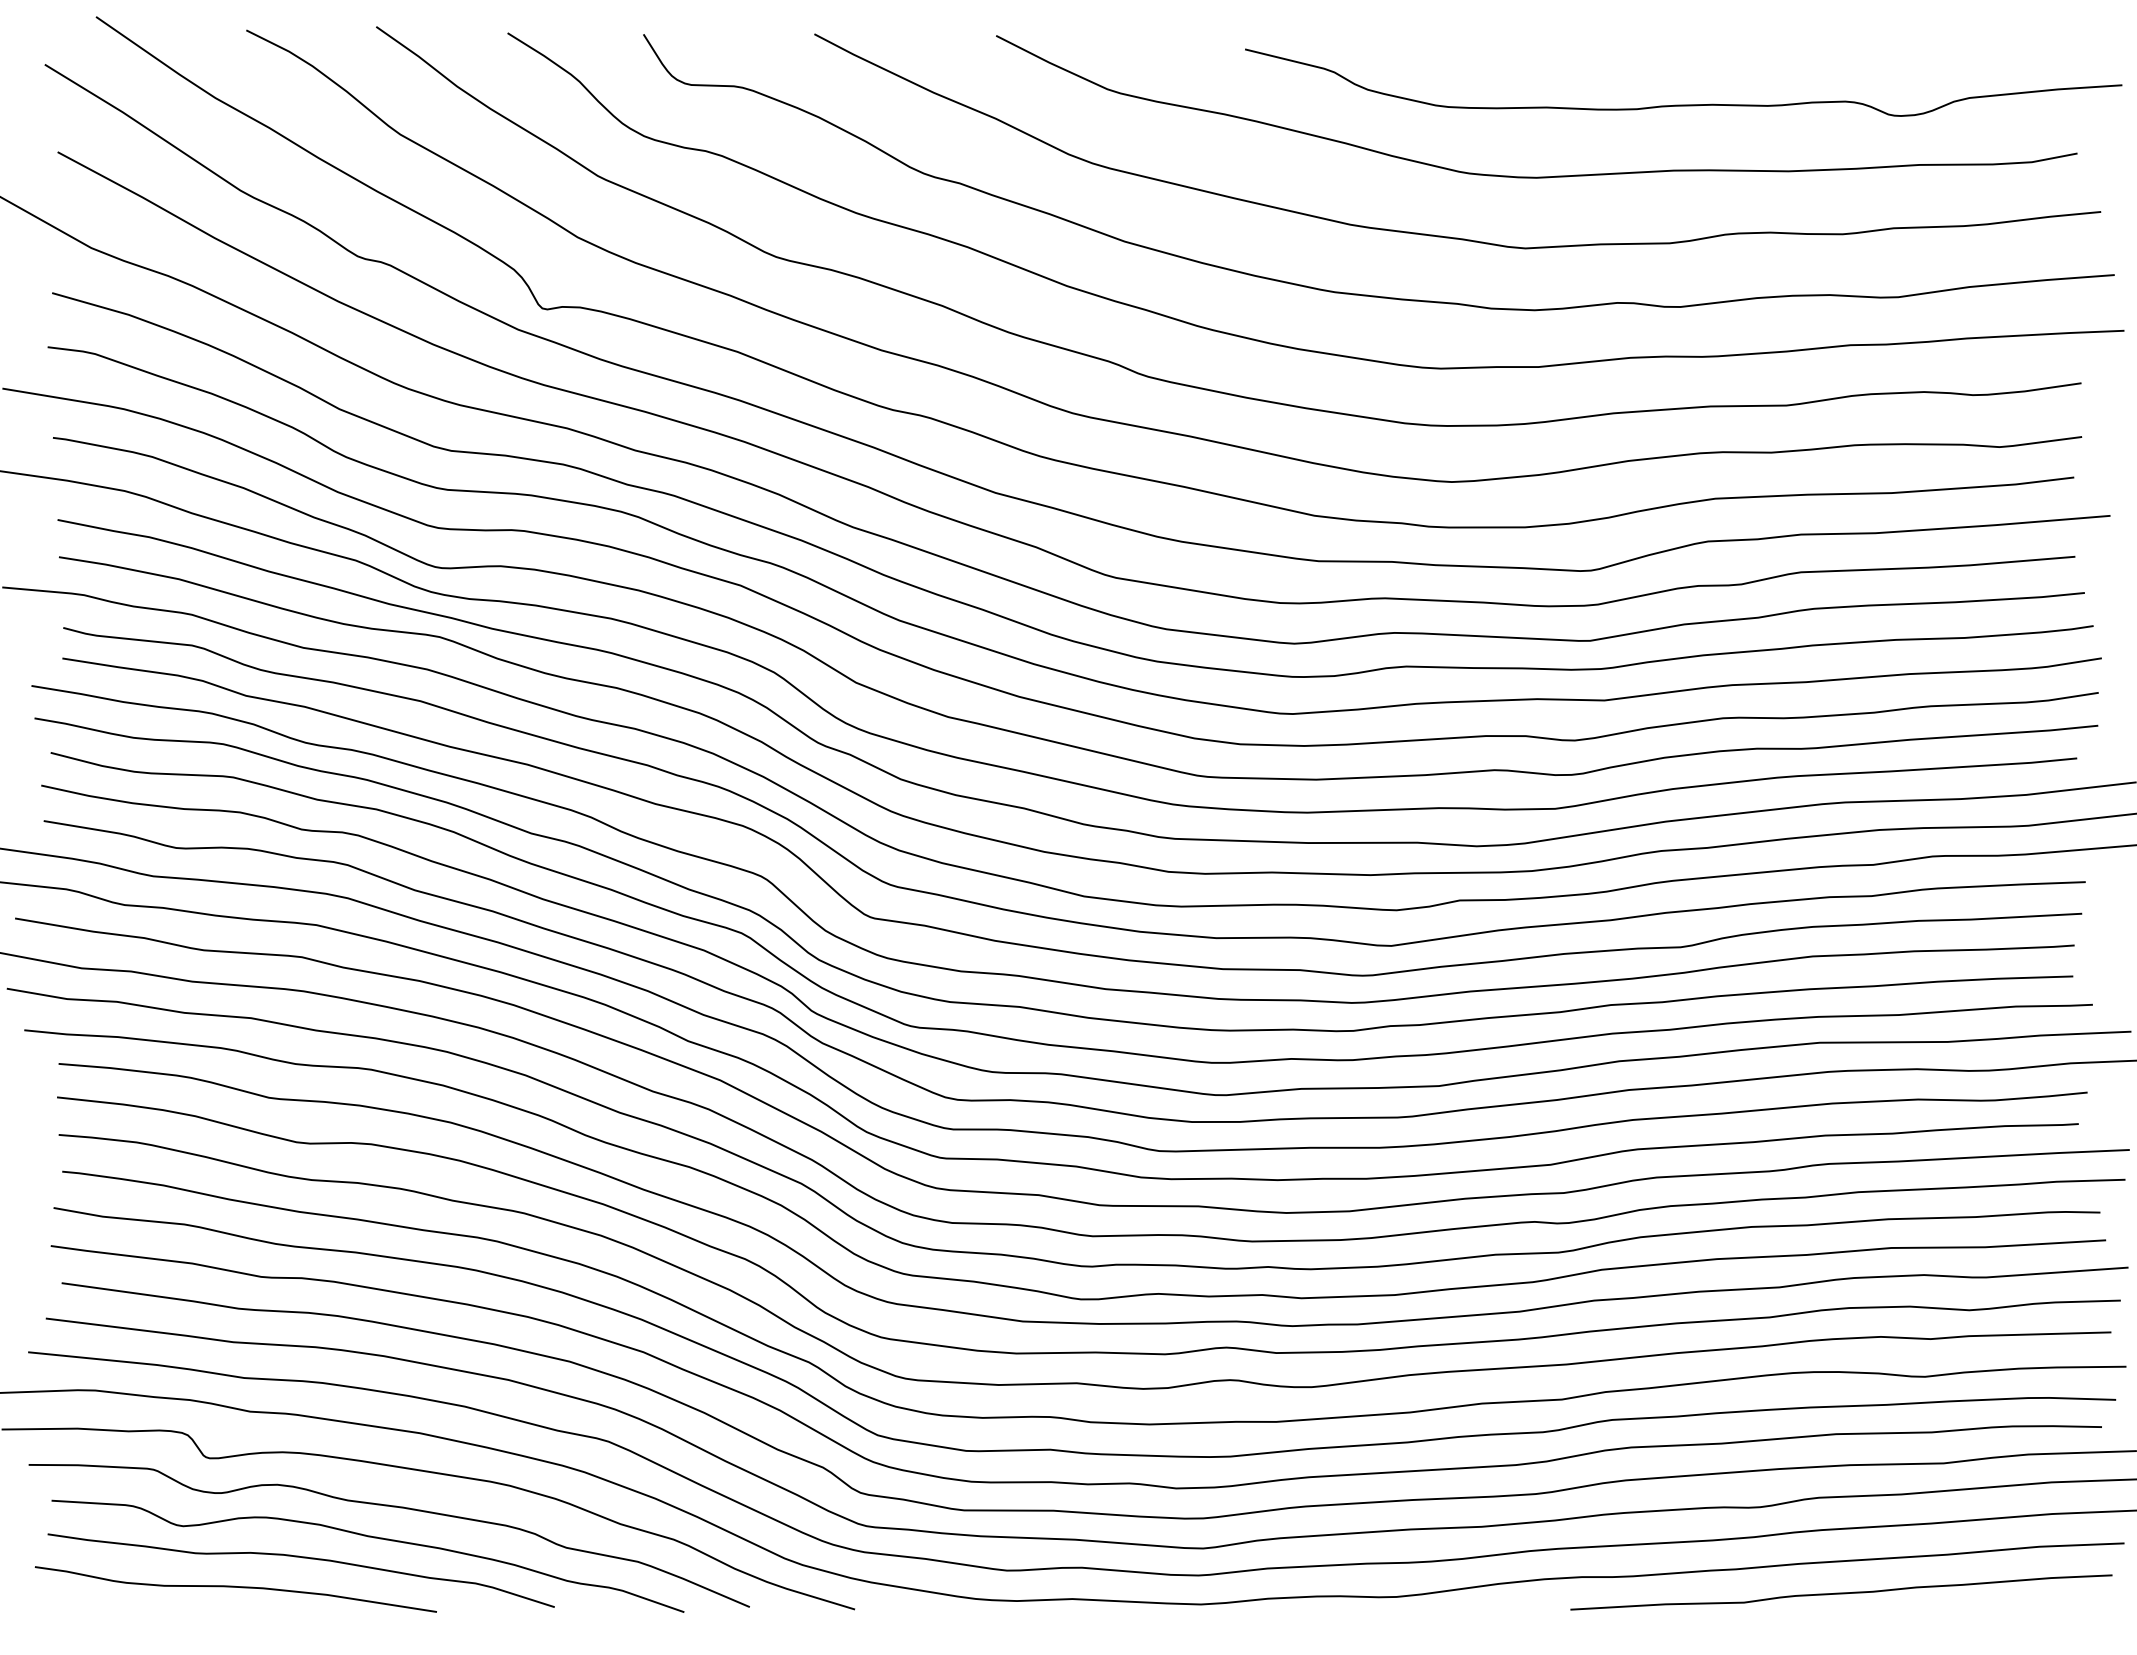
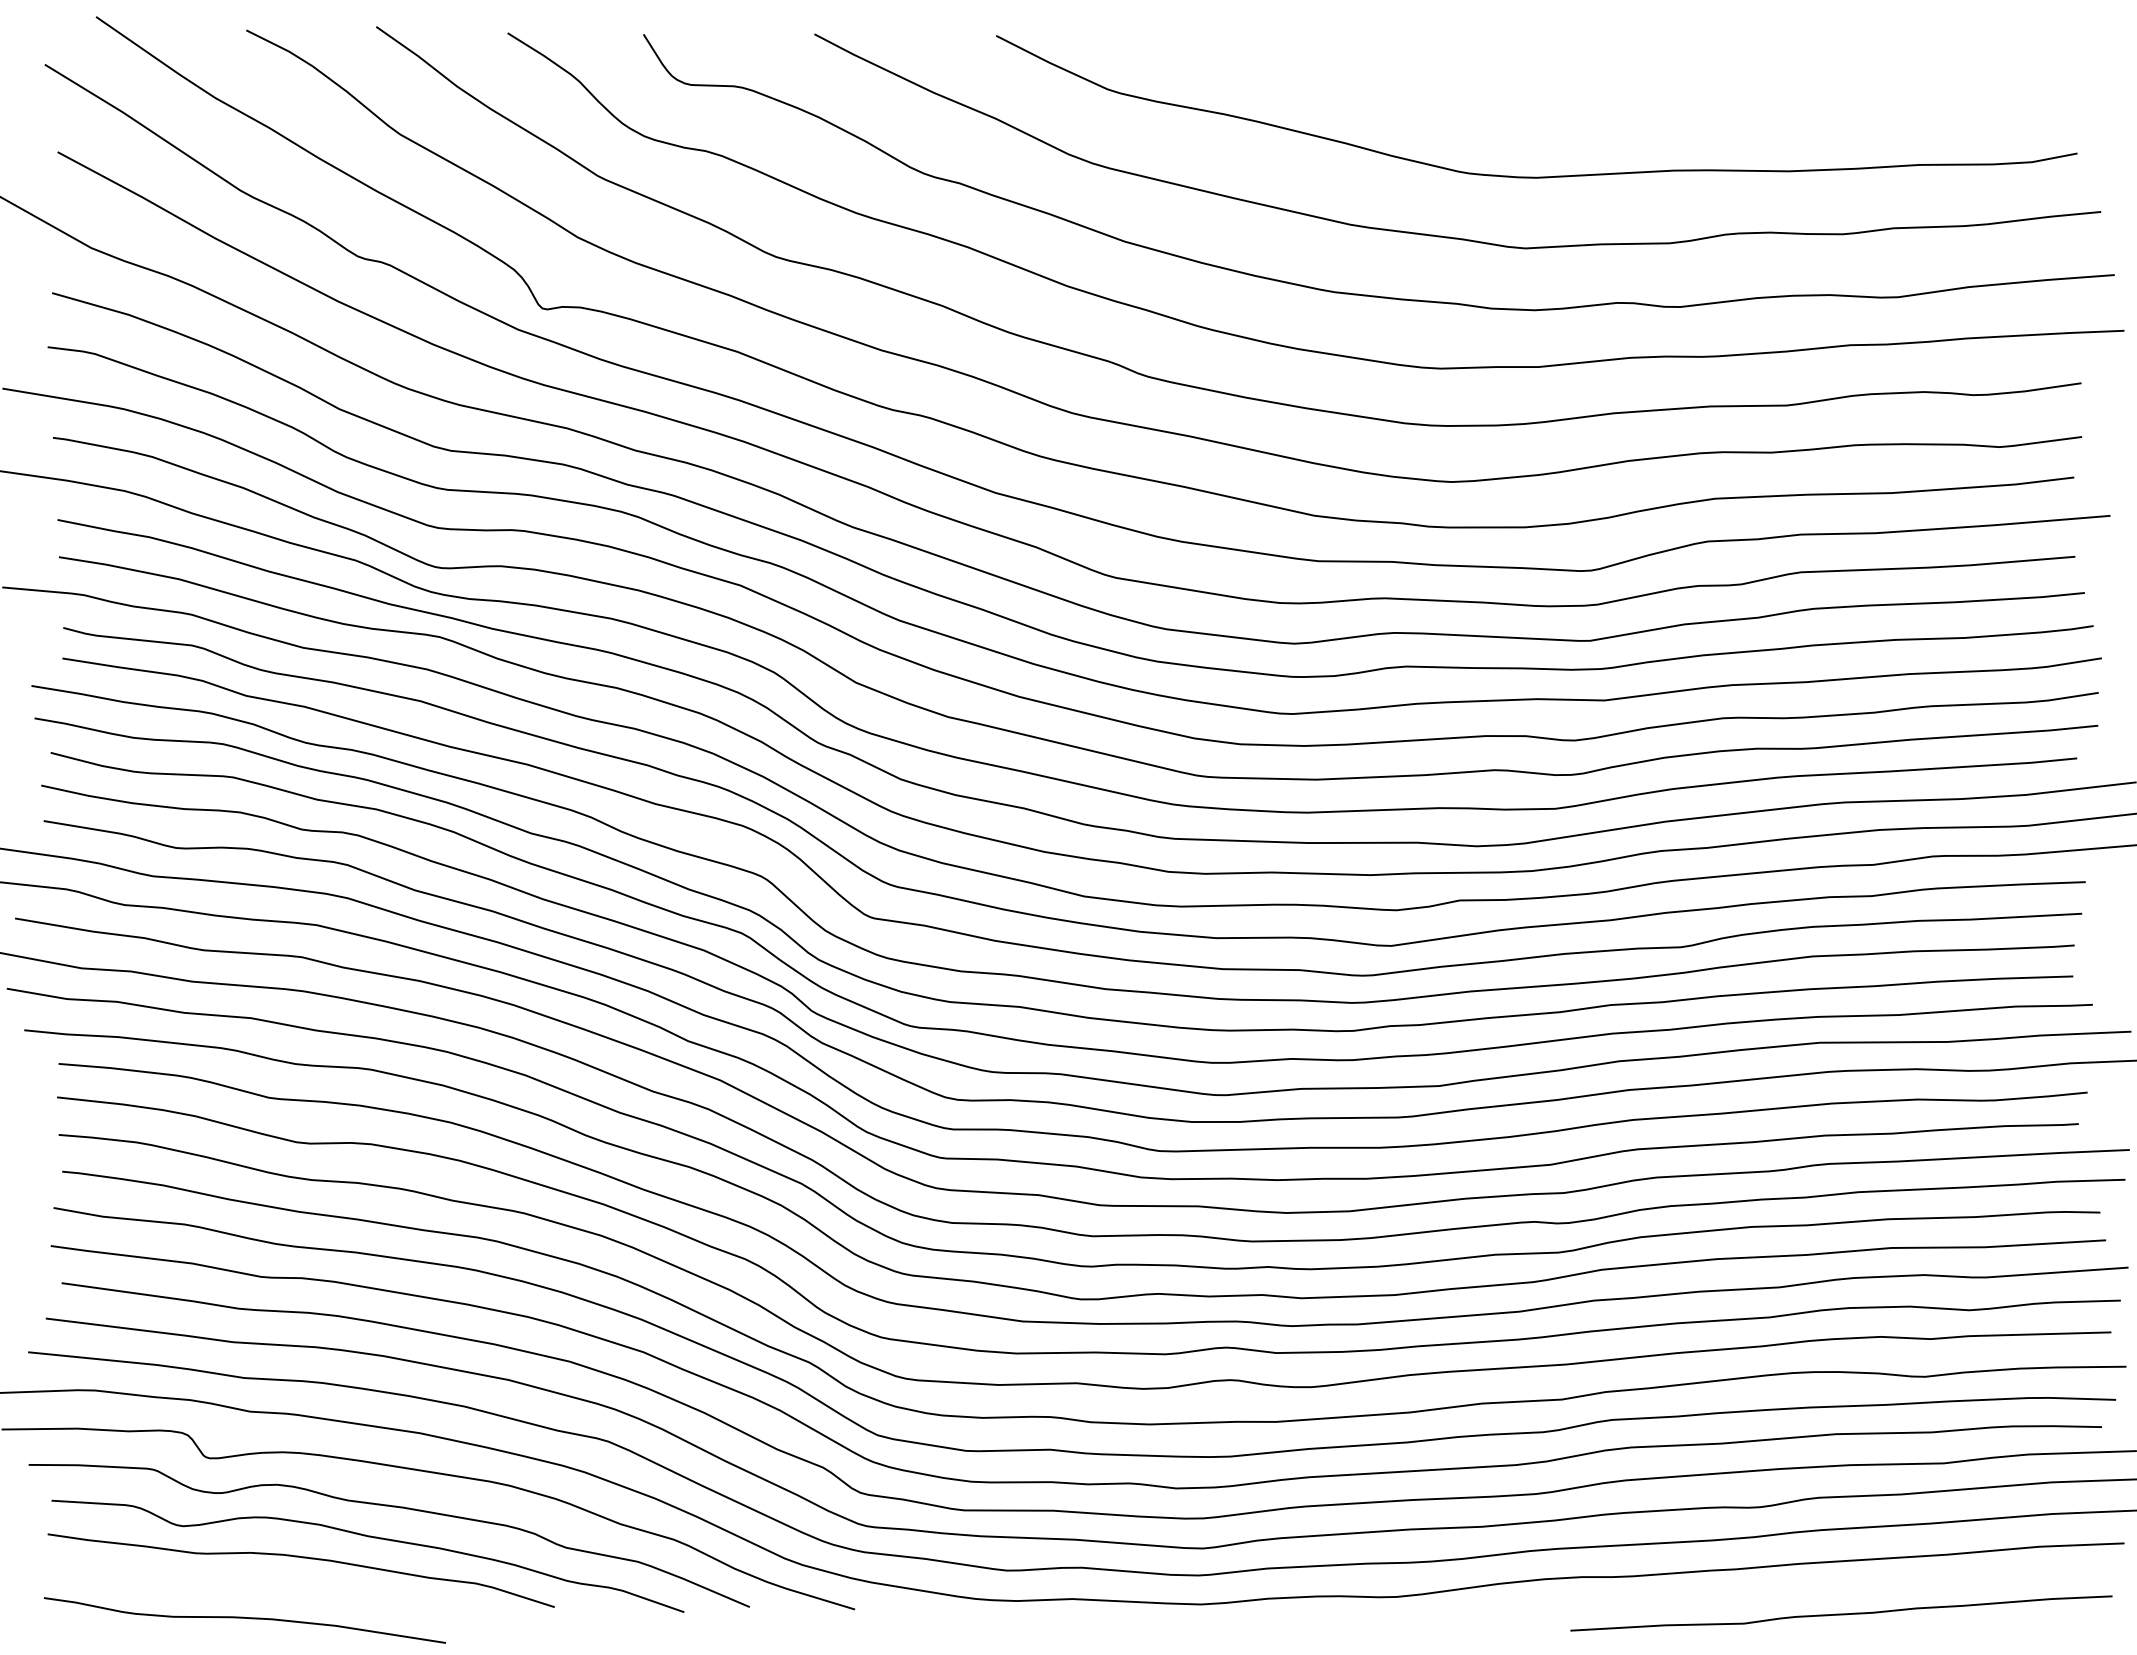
curve at (1683, 104): present -> none
curve at (235, 1587) position: (235, 1587) -> (244, 1618)
curve at (1841, 1592) position: (1841, 1592) -> (1841, 1613)
